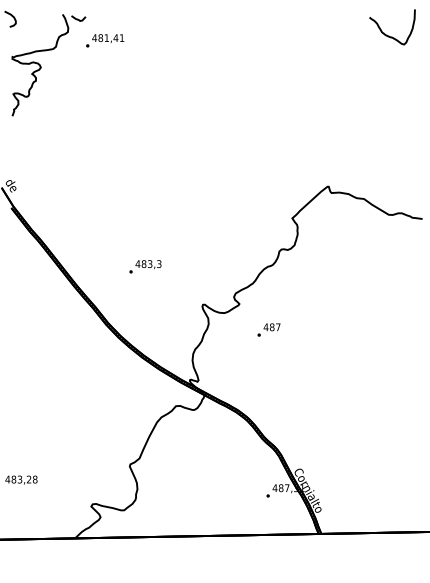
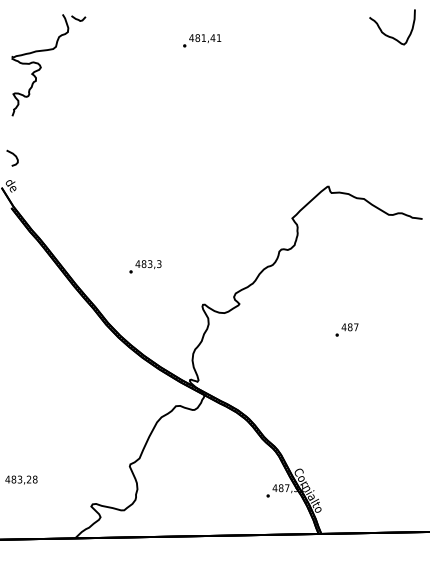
curve at (11, 16) position: (11, 16) -> (13, 155)
text at (105, 40) position: (105, 40) -> (202, 40)
text at (268, 329) position: (268, 329) -> (346, 329)
